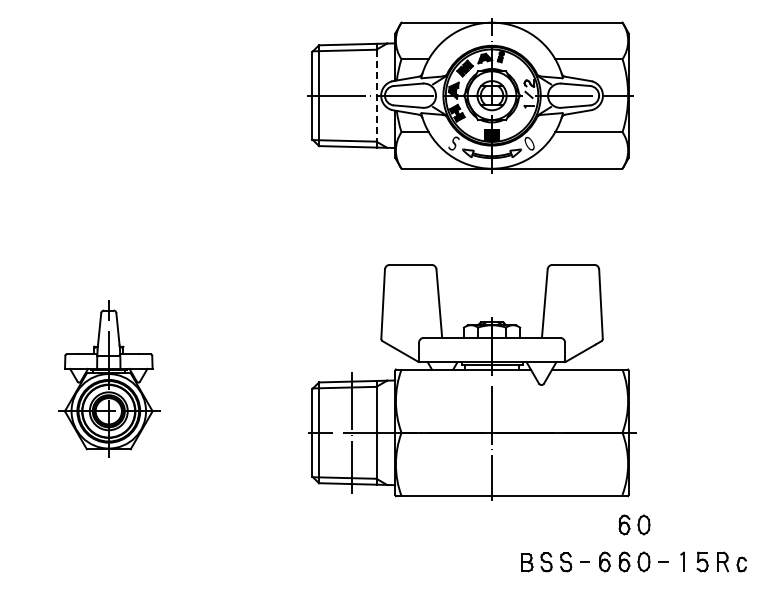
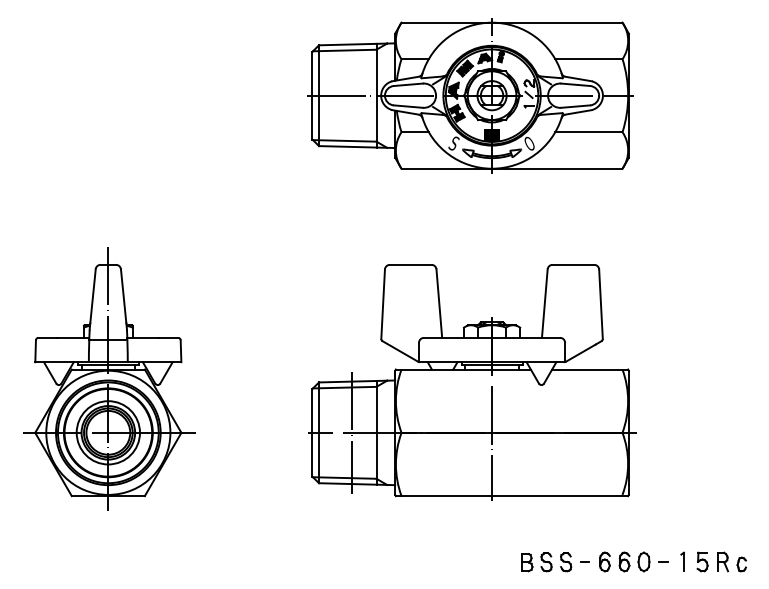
line at (376, 95): dashed -> solid
part at (109, 378) size: 103x158 px -> 173x264 px
part at (634, 524): present -> none
